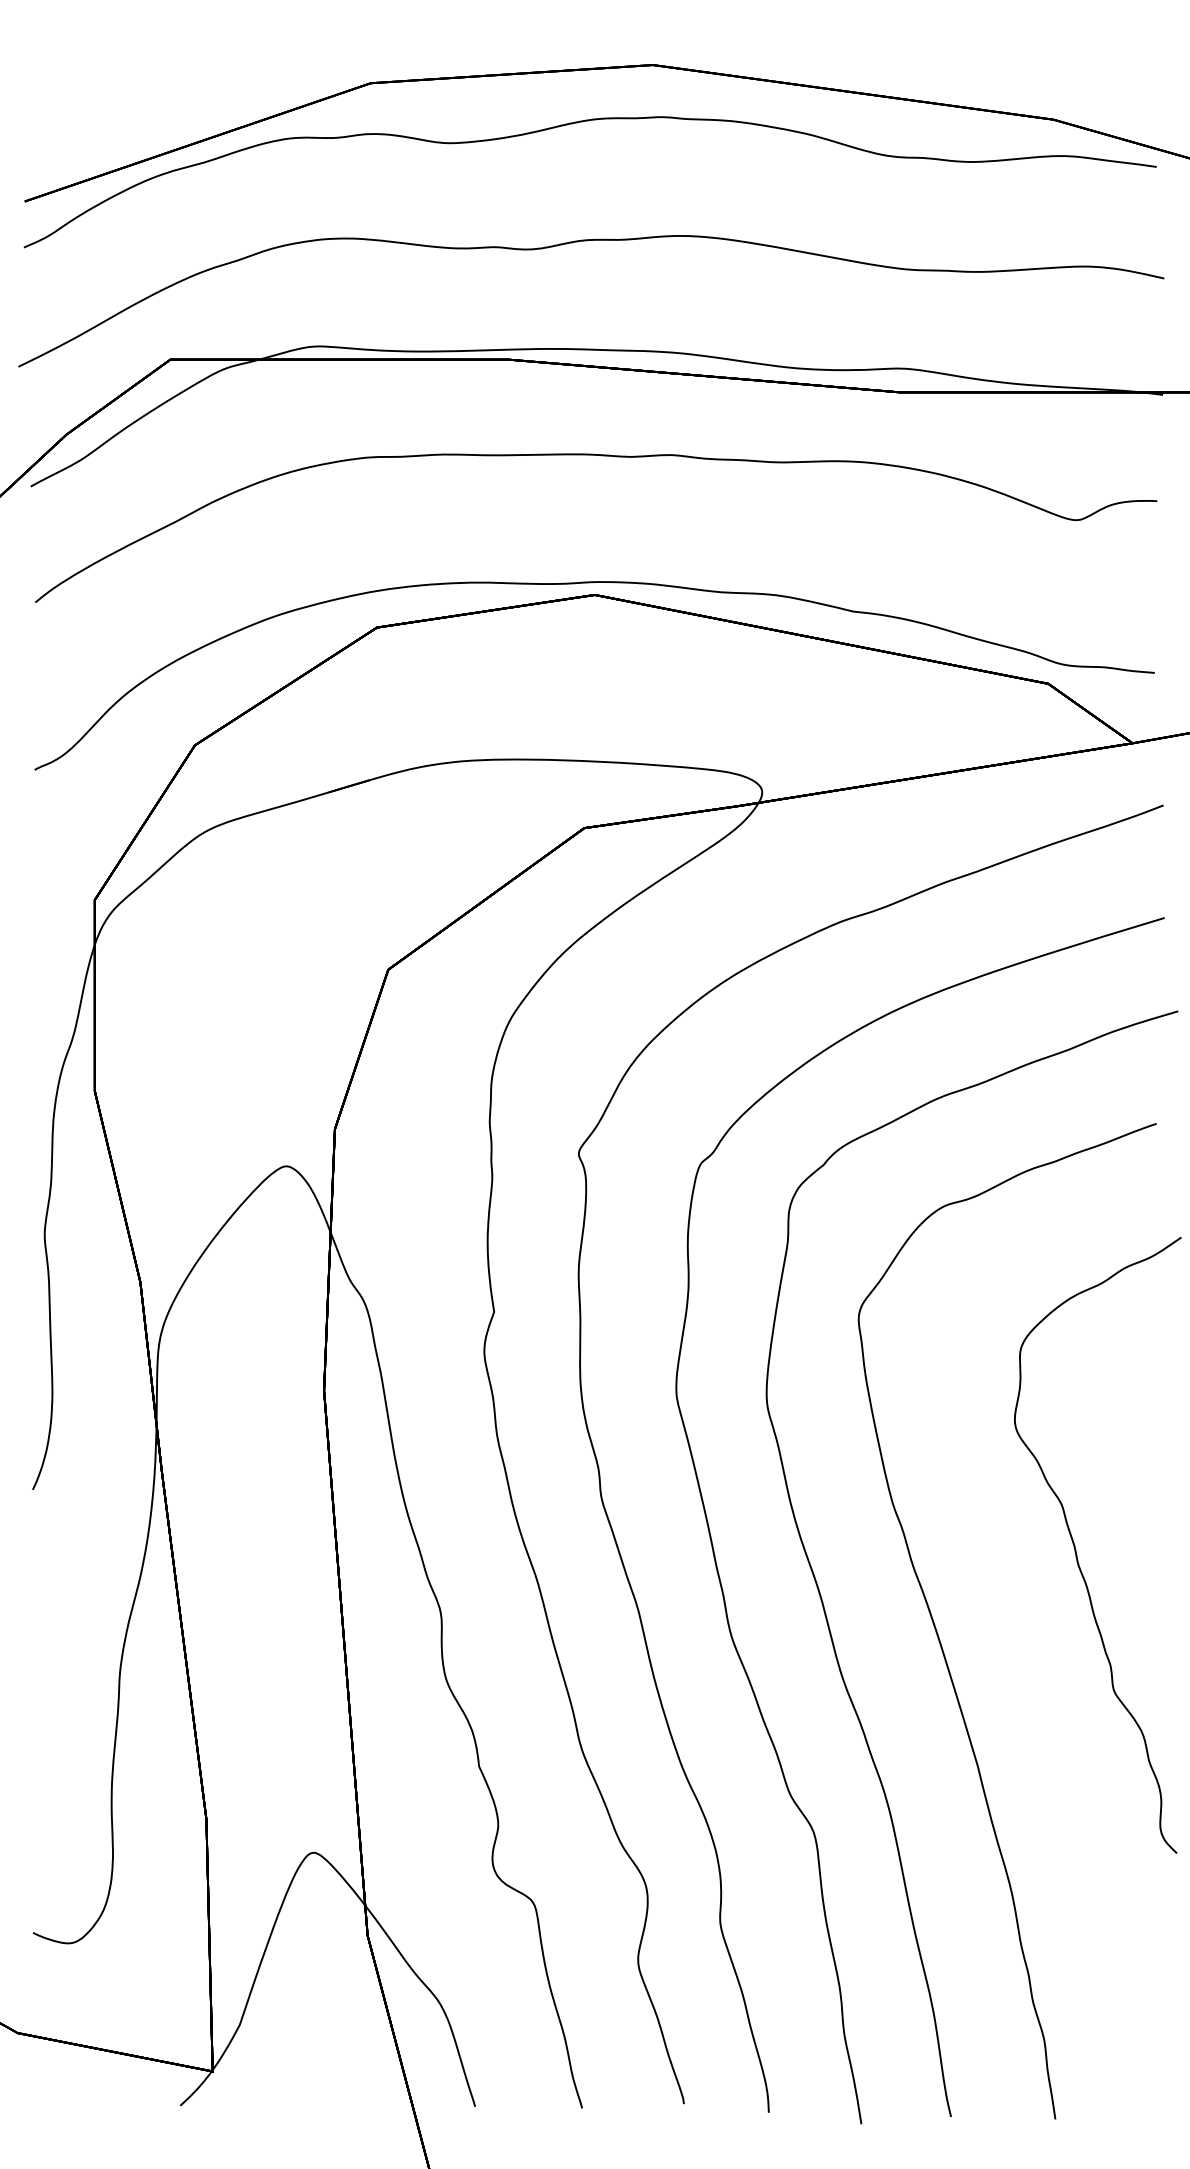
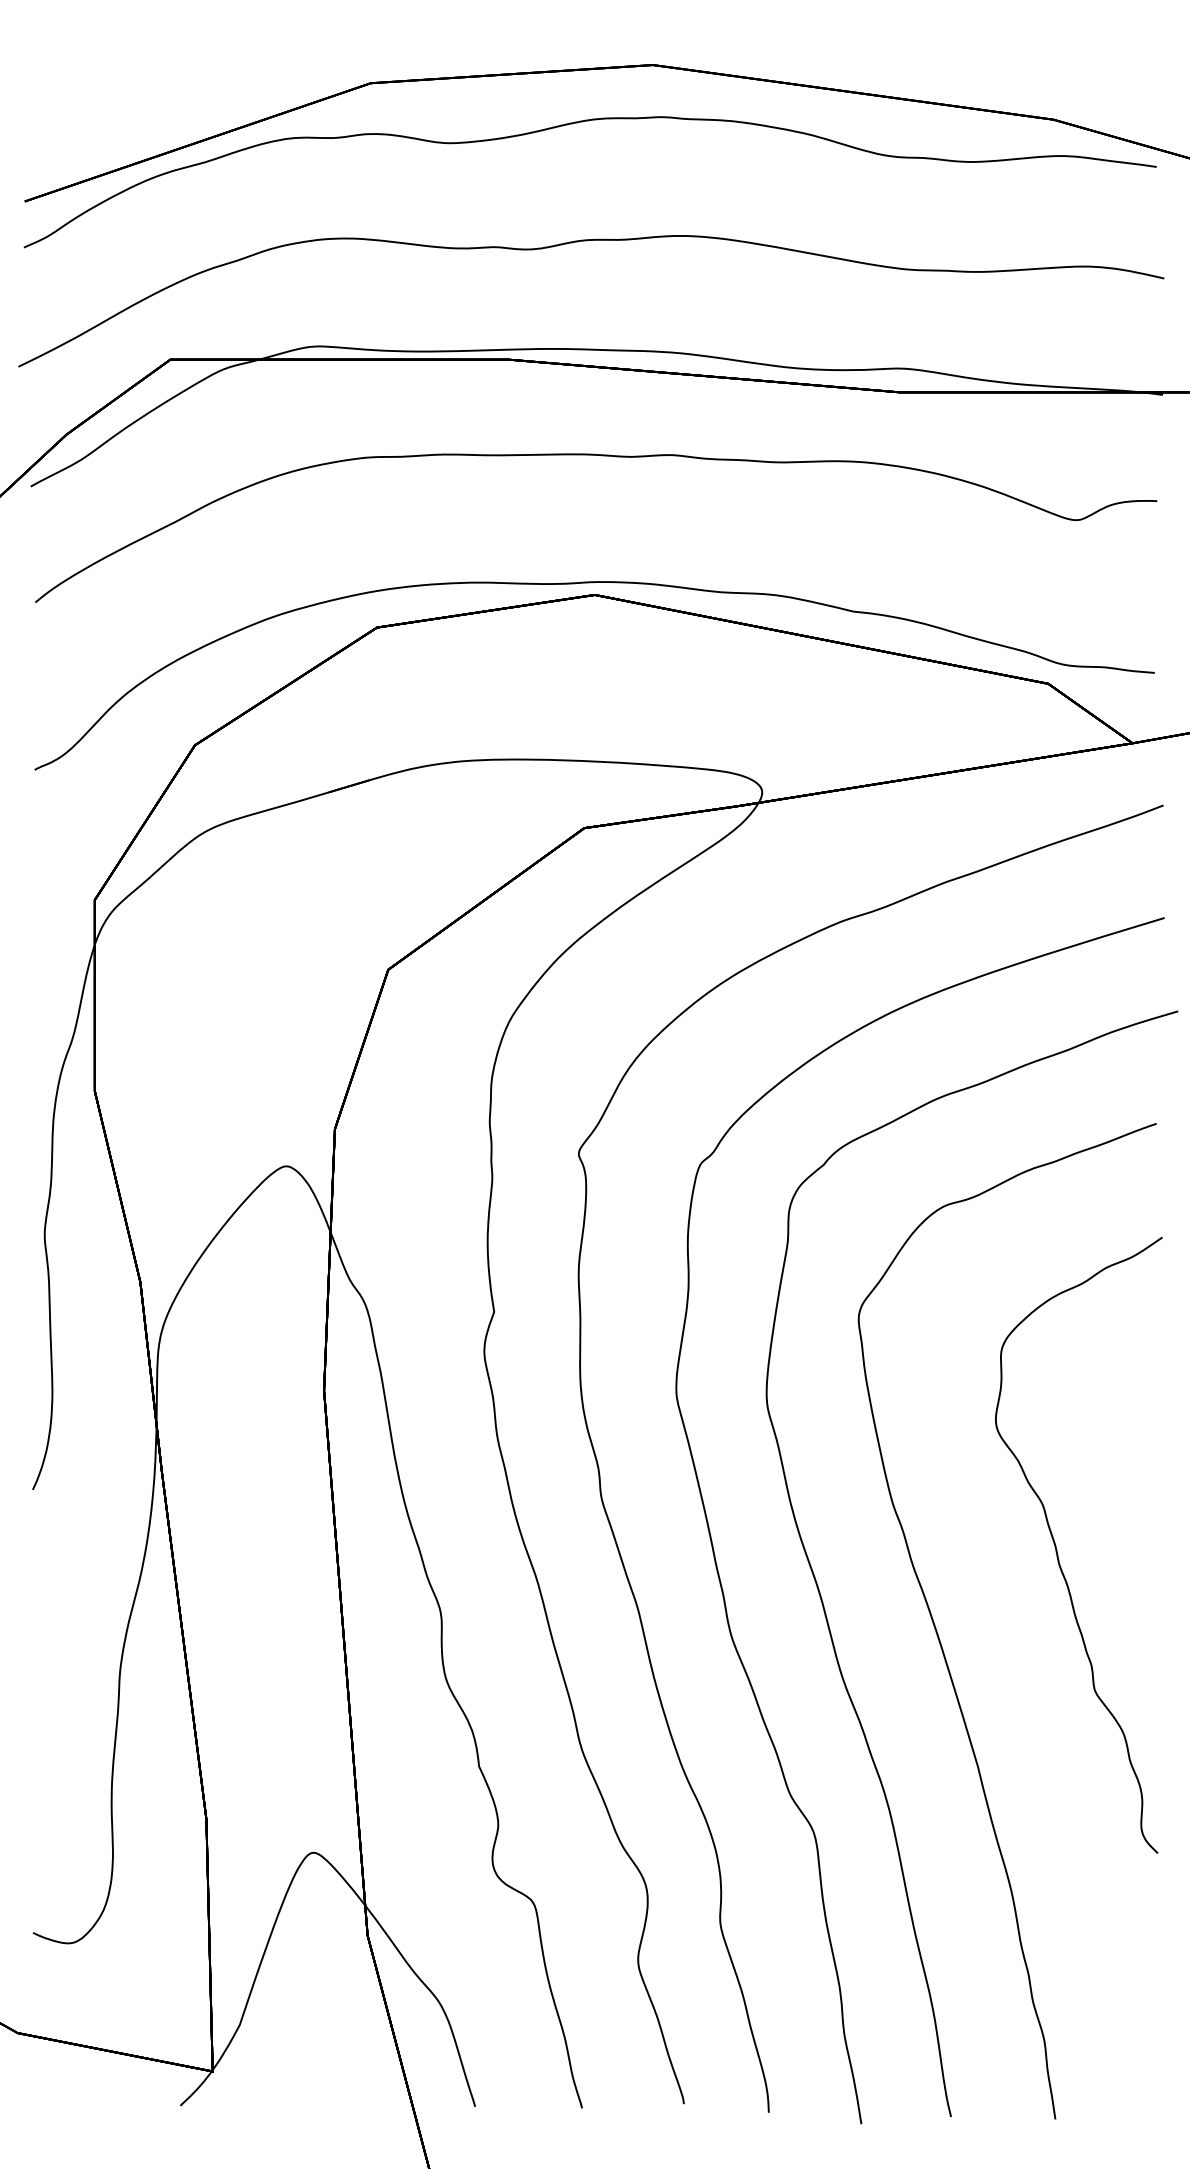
curve at (1076, 1549) position: (1076, 1549) -> (1057, 1549)
